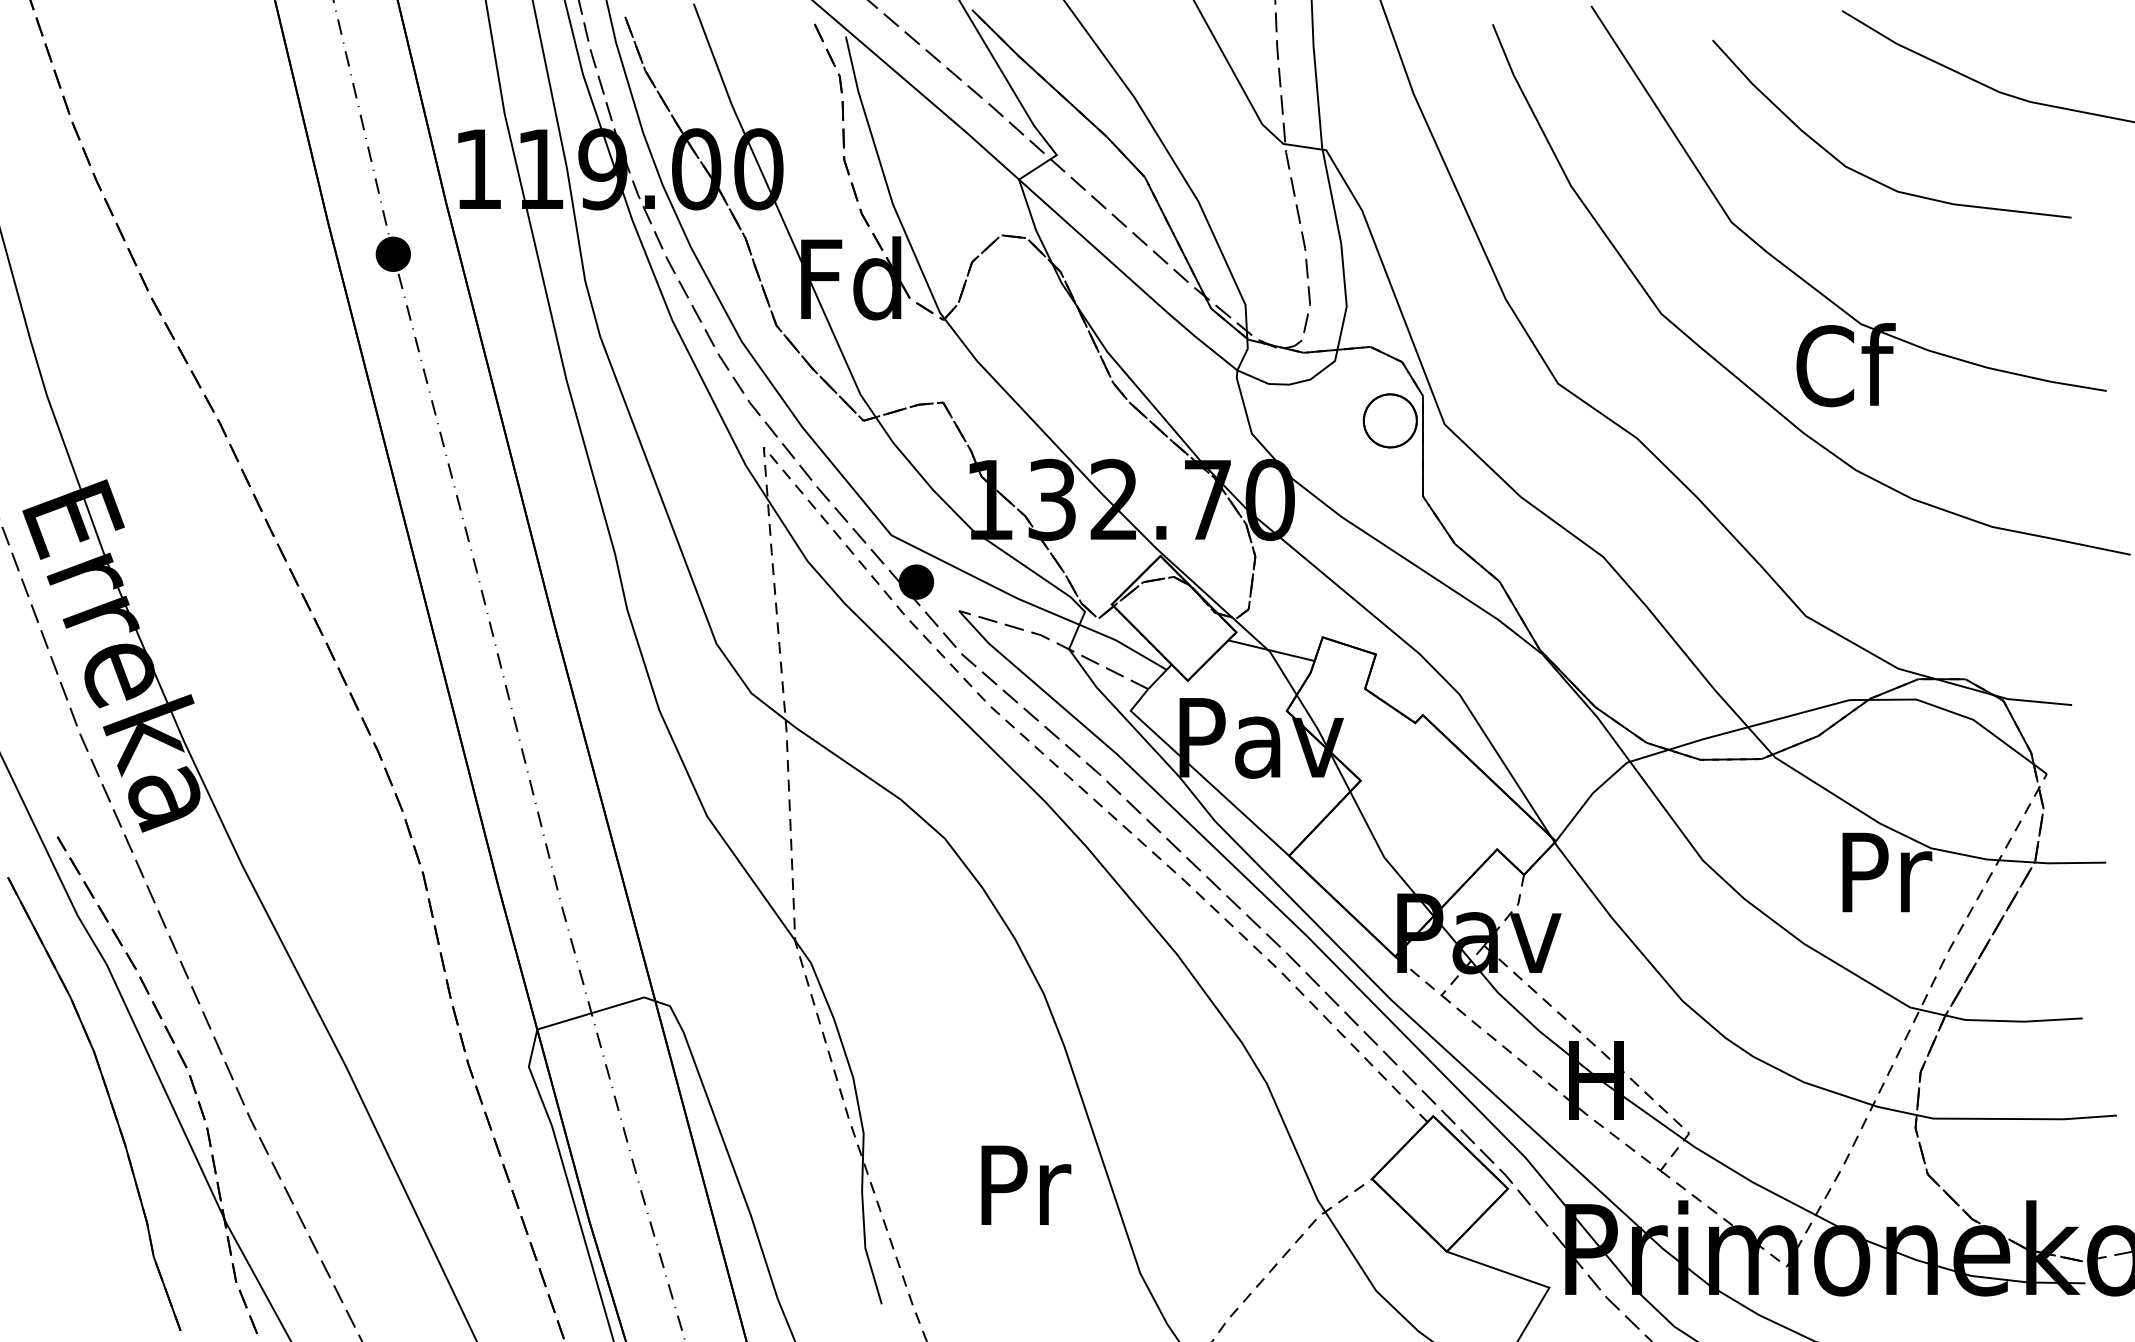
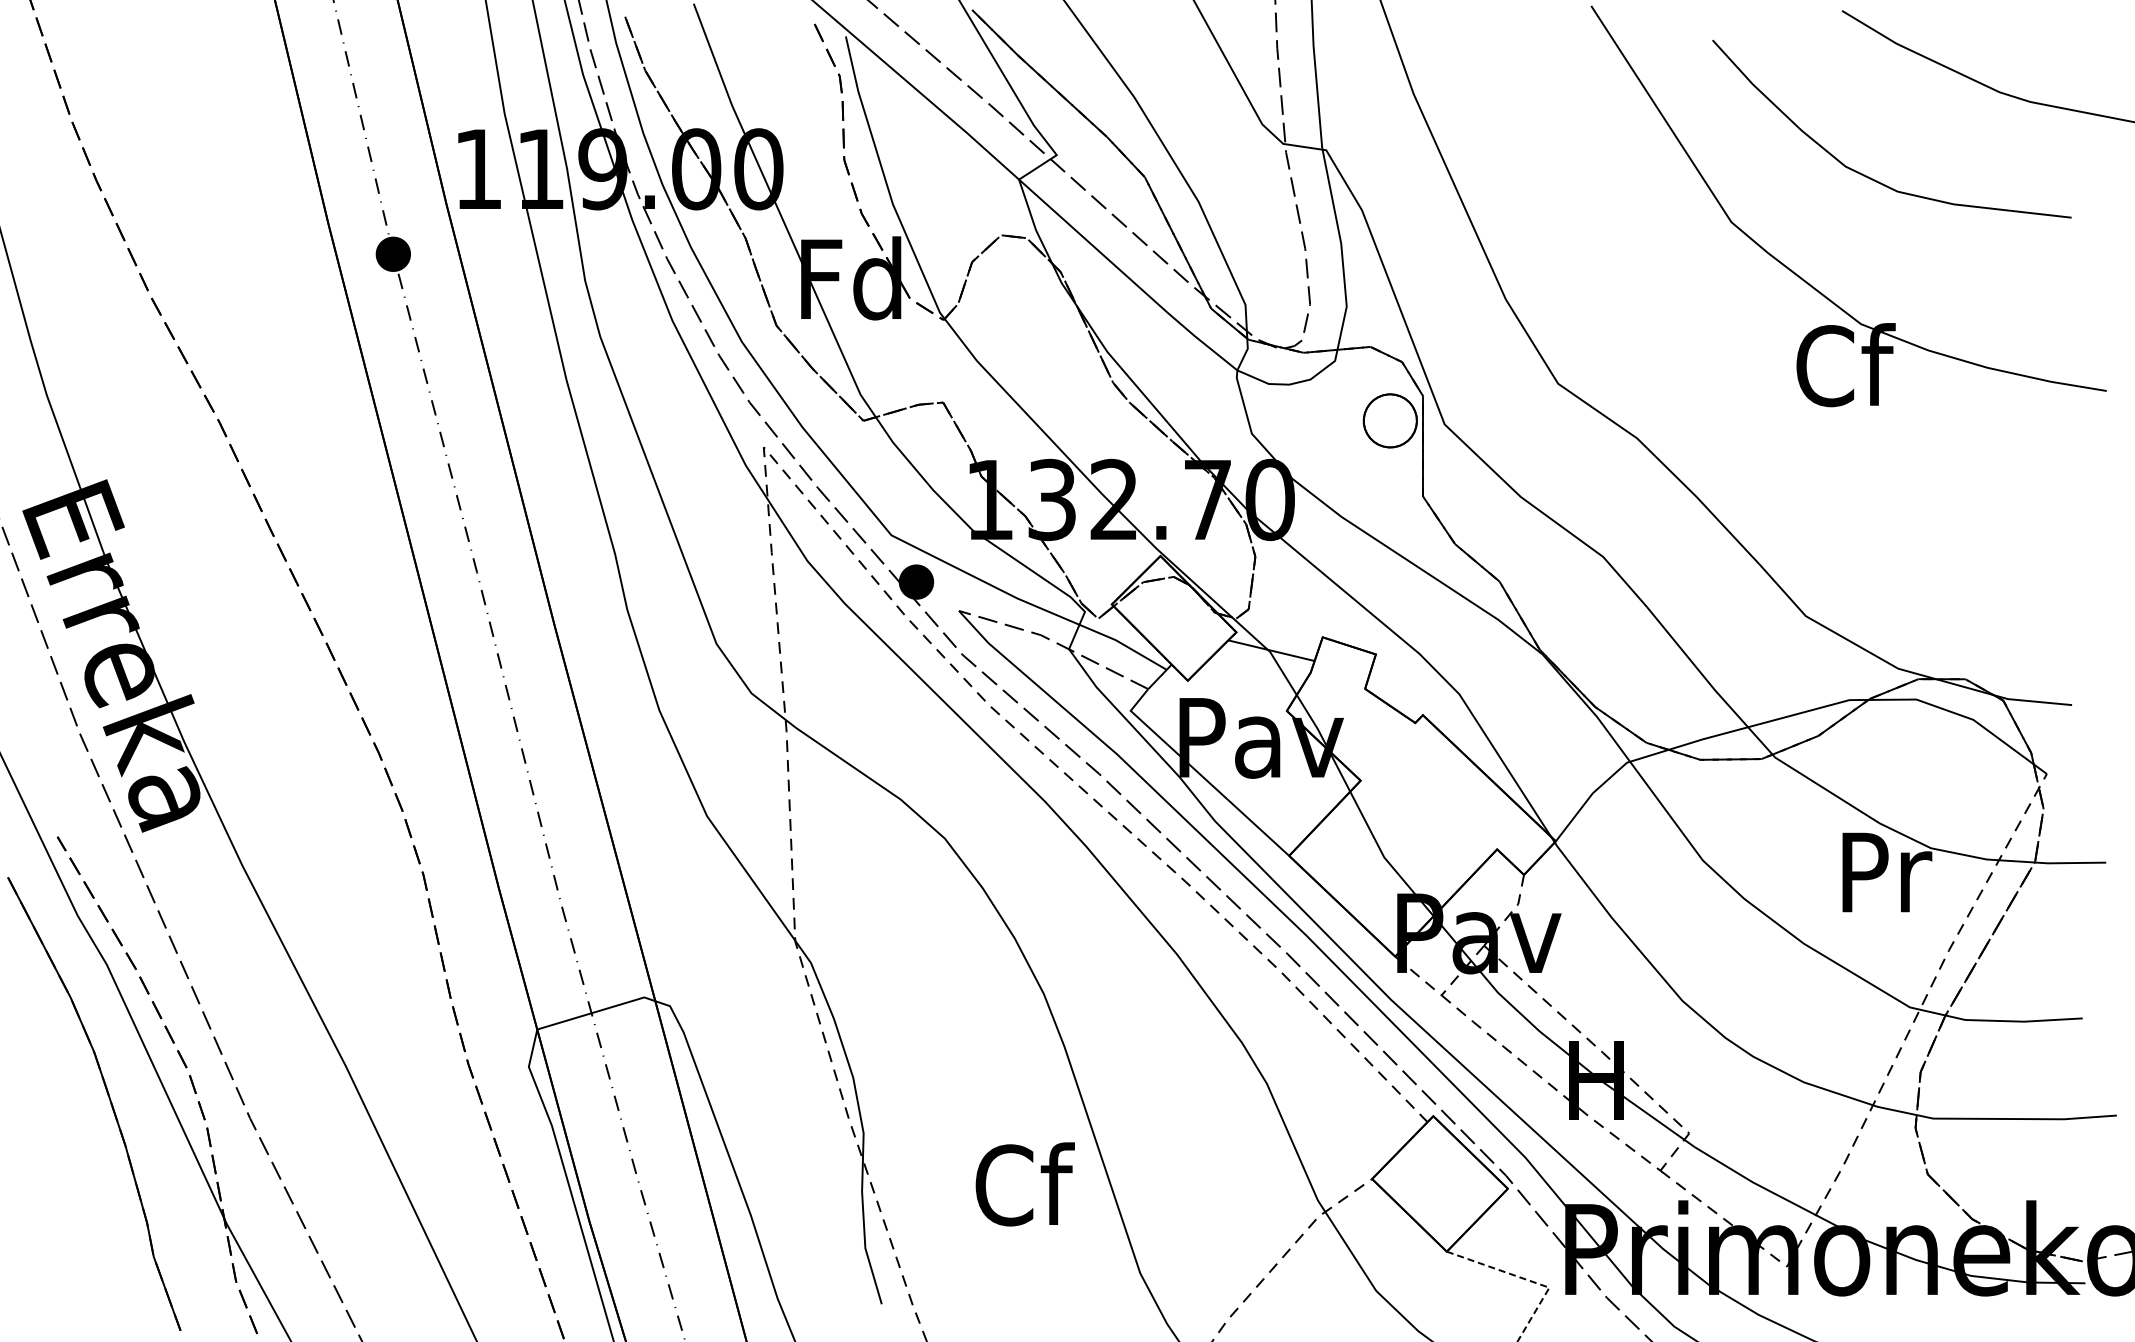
curve at (1737, 376): present -> none
text at (1024, 1184): Pr -> Cf
line at (1528, 1280): solid -> dashed
